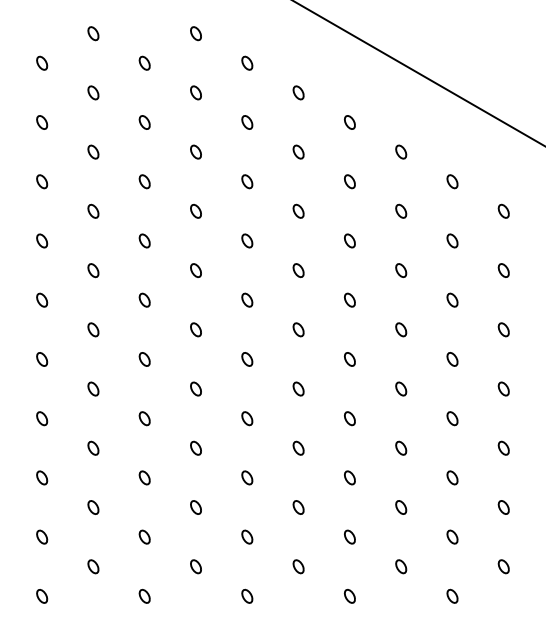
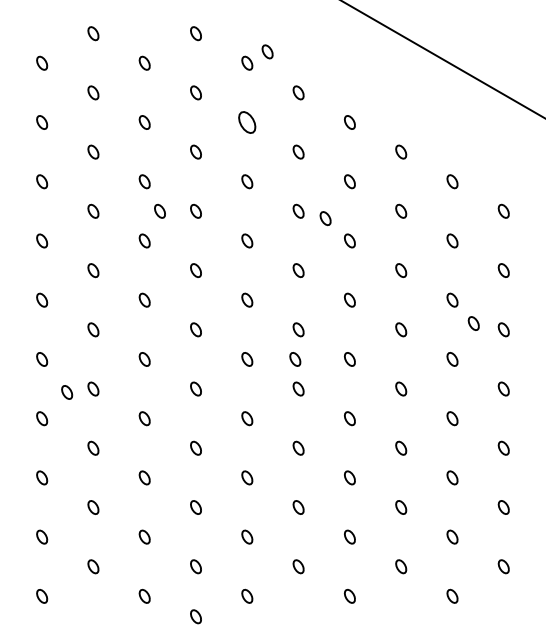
part at (267, 51): none -> present
line at (418, 73) position: (418, 73) -> (442, 59)
part at (247, 122) size: 13x15 px -> 19x23 px
part at (159, 211): none -> present
part at (325, 218): none -> present
part at (473, 323): none -> present
part at (295, 359): none -> present
part at (67, 392): none -> present
part at (195, 616): none -> present
